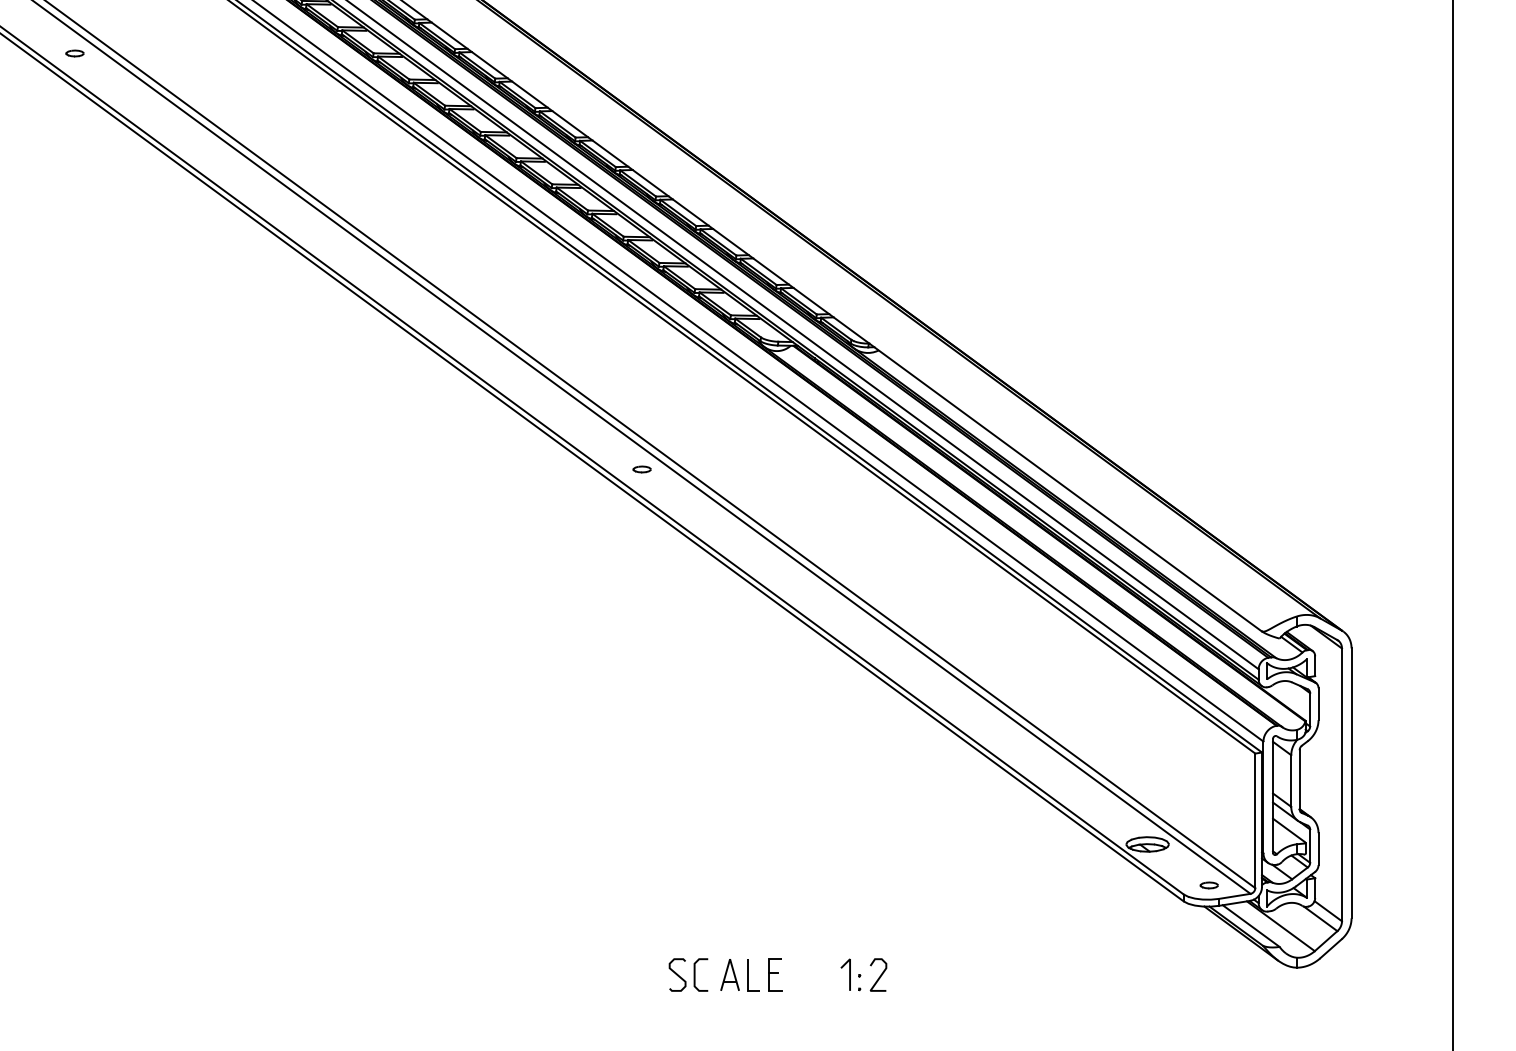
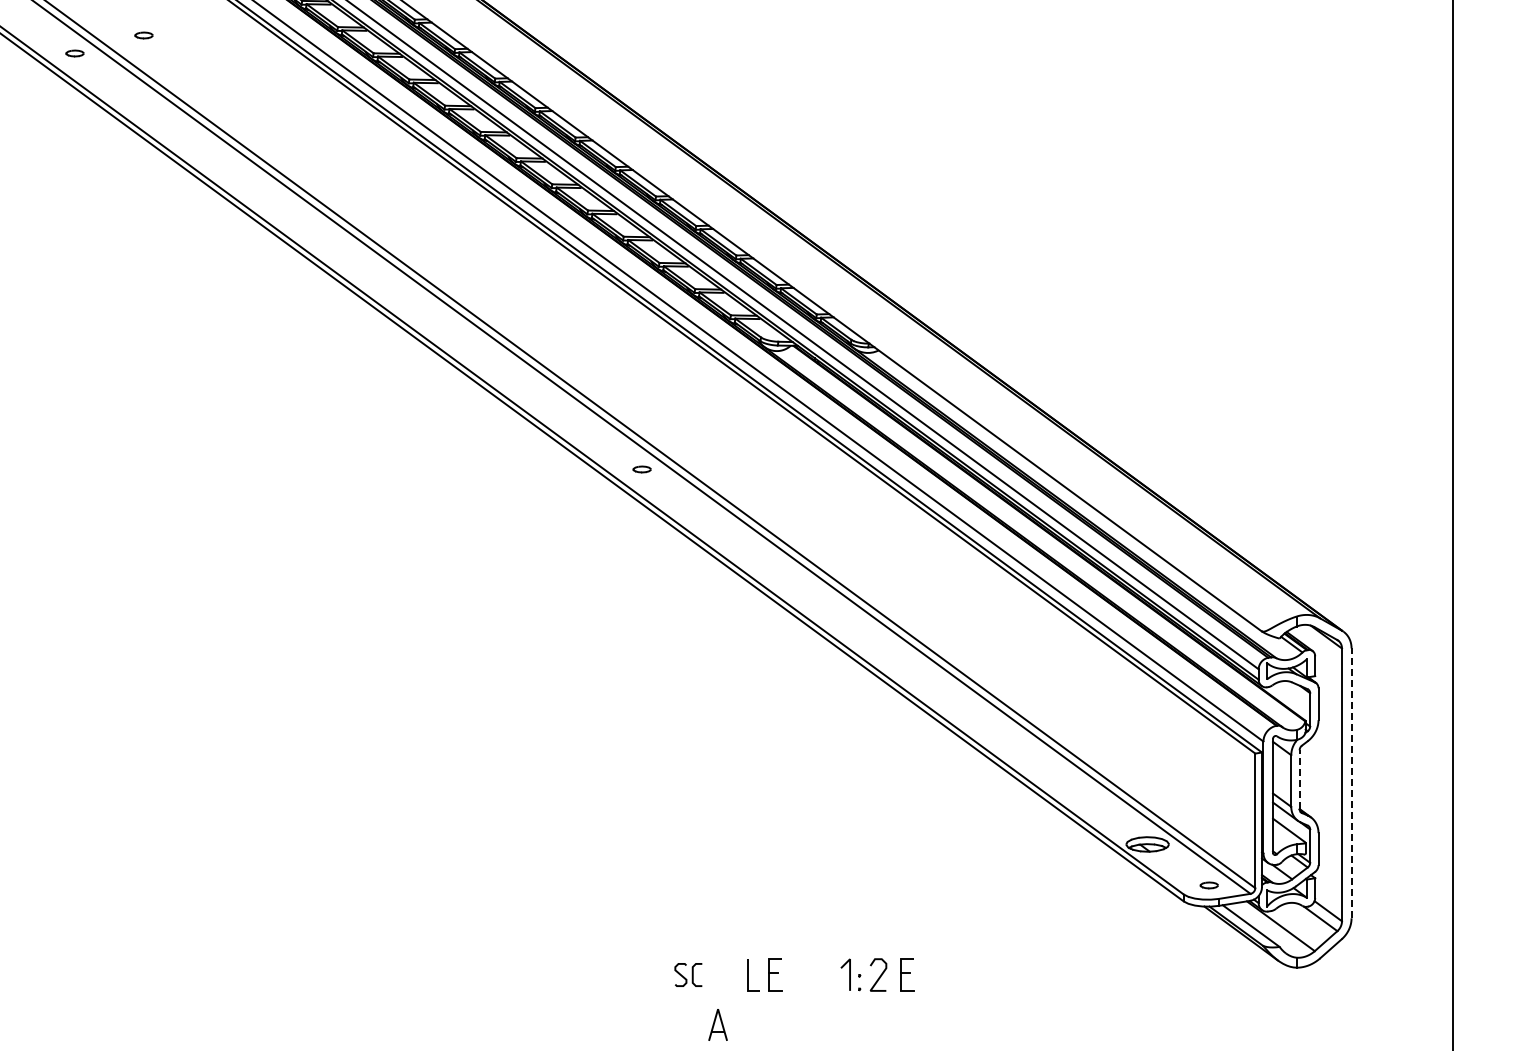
part at (143, 35): none -> present
line at (1299, 779): solid -> dashed
line at (1351, 783): solid -> dashed
part at (688, 974) size: 41x34 px -> 29x24 px
part at (729, 974) position: (729, 974) -> (717, 1024)
part at (907, 974): none -> present
